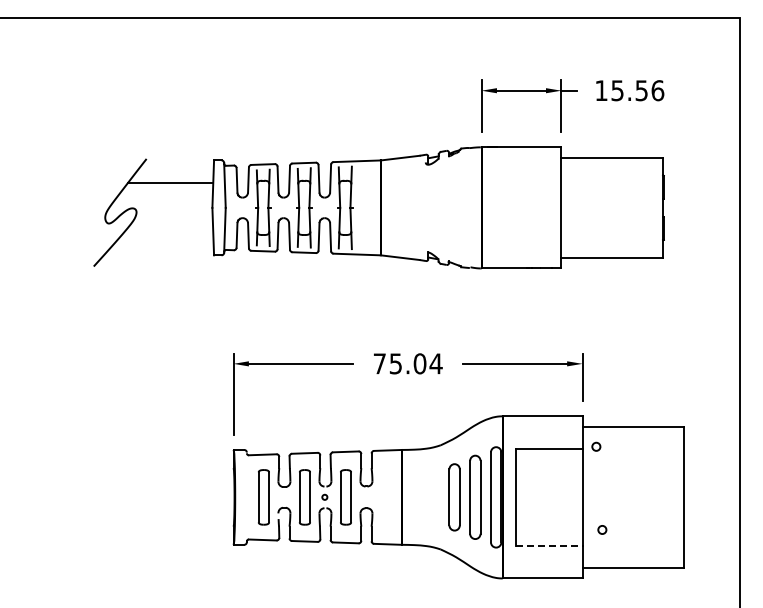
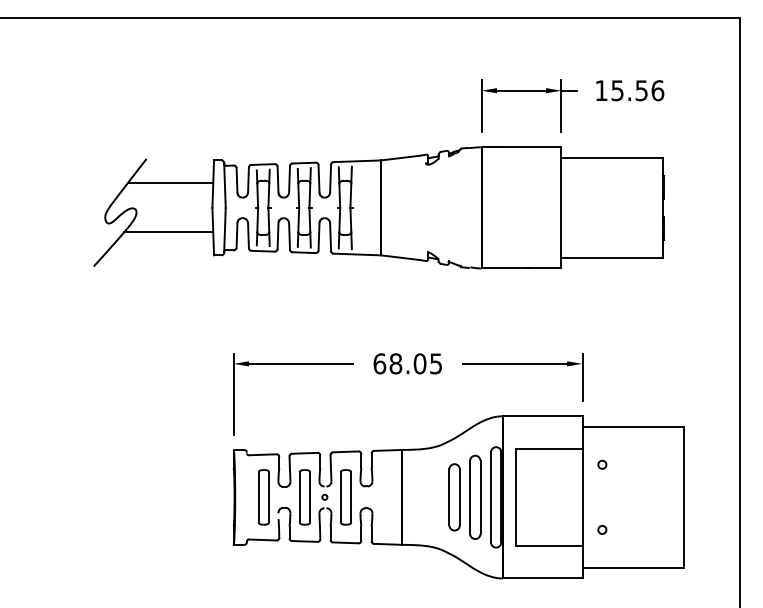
line at (168, 232): none -> present
text at (407, 363): 75.04 -> 68.05
circle at (596, 446) position: (596, 446) -> (602, 464)
line at (549, 546): dashed -> solid
